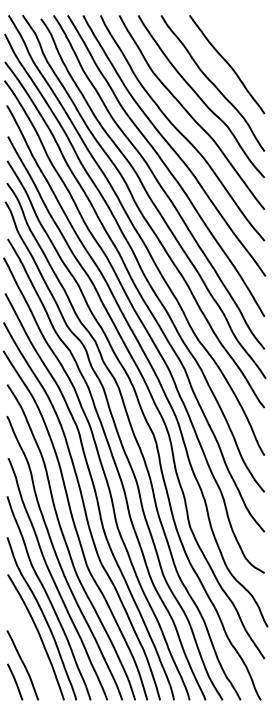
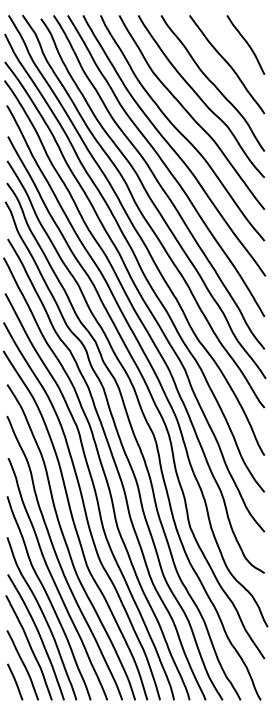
curve at (246, 43): none -> present
curve at (29, 647): none -> present
